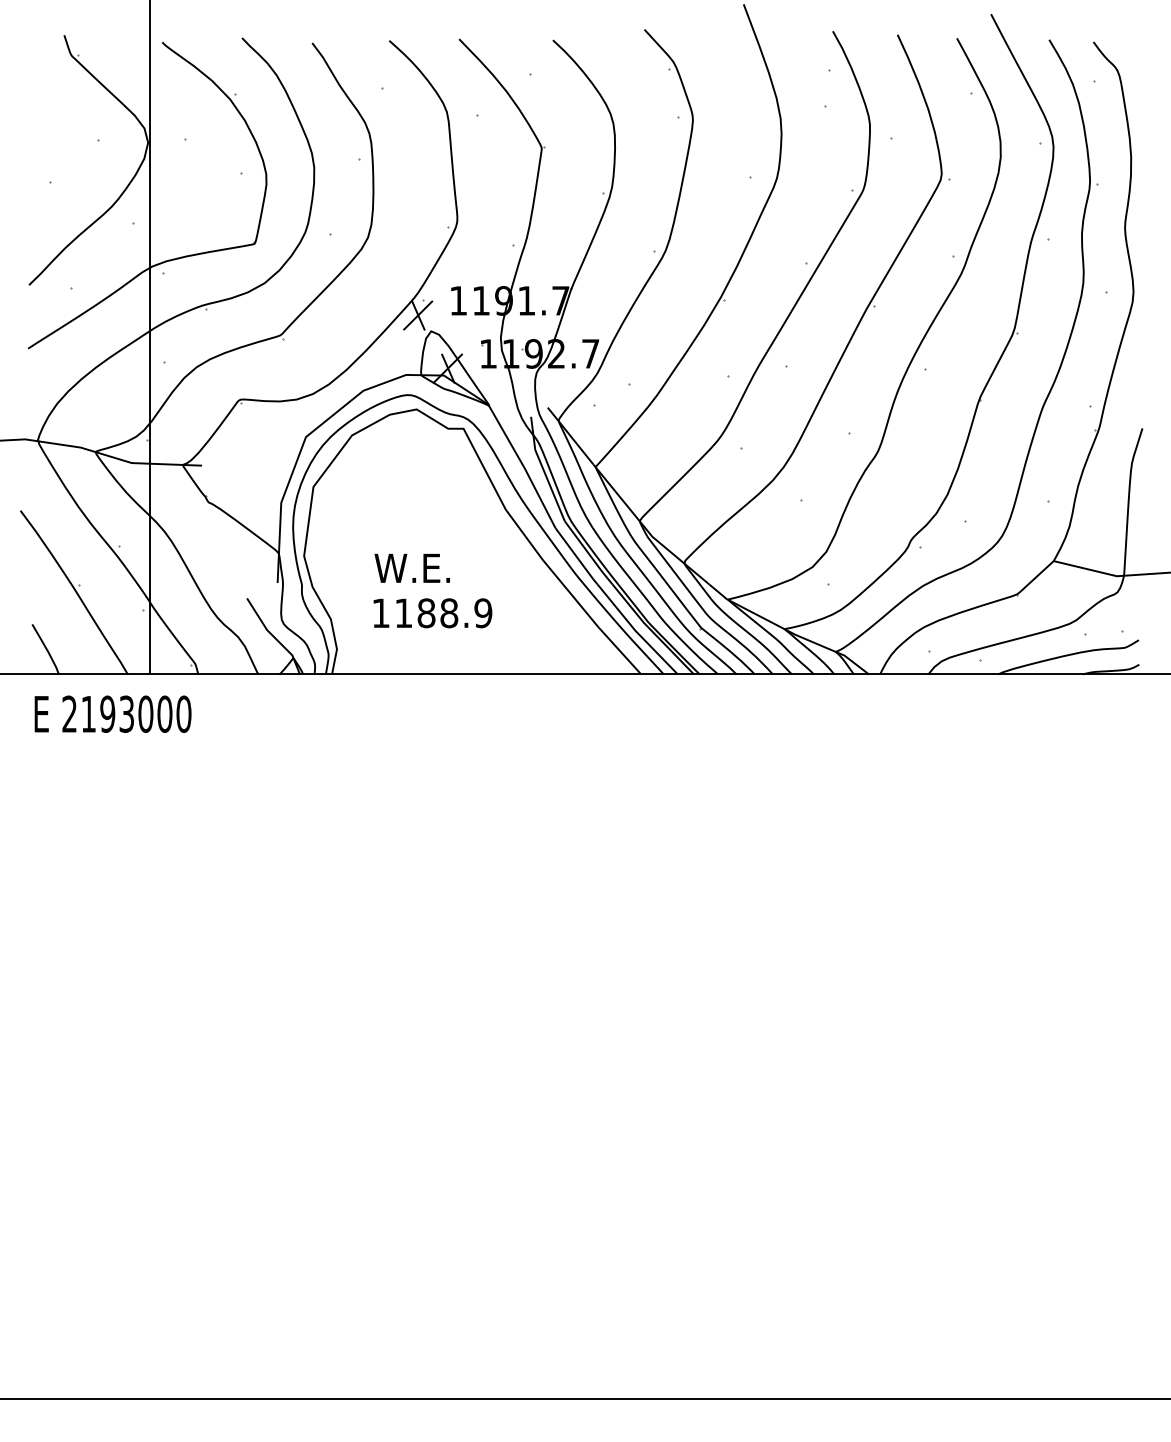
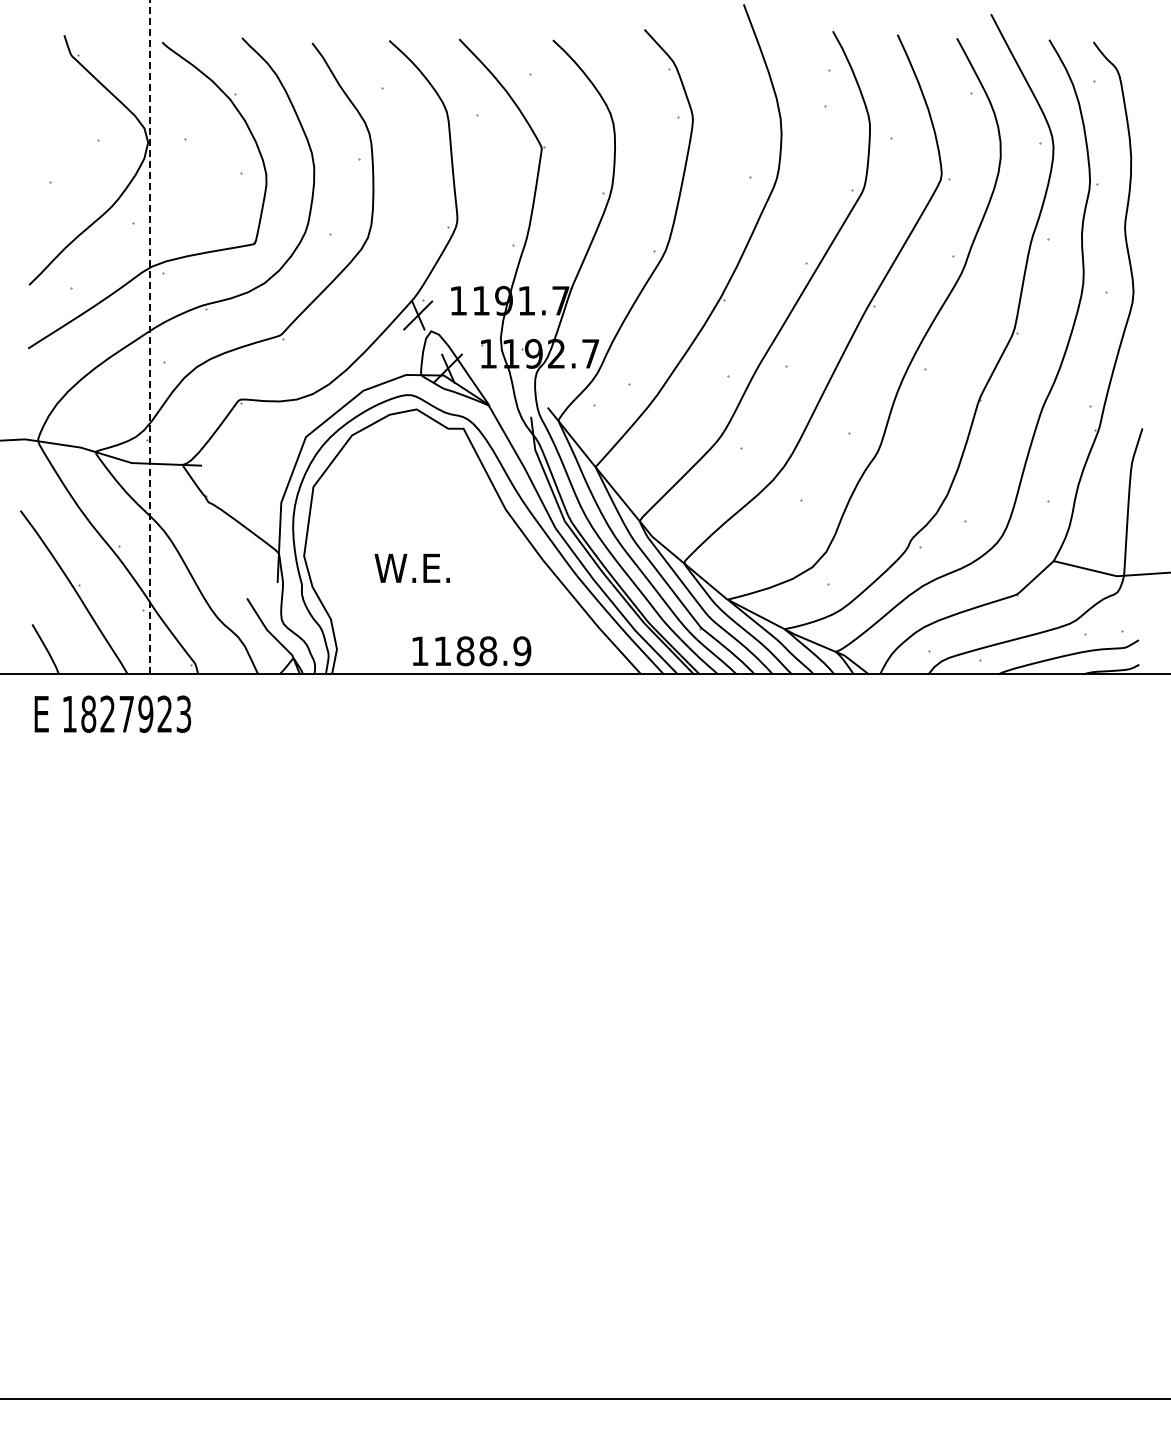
line at (150, 337): solid -> dashed
text at (432, 613) position: (432, 613) -> (471, 651)
text at (126, 713): 2193000 -> 1827923
